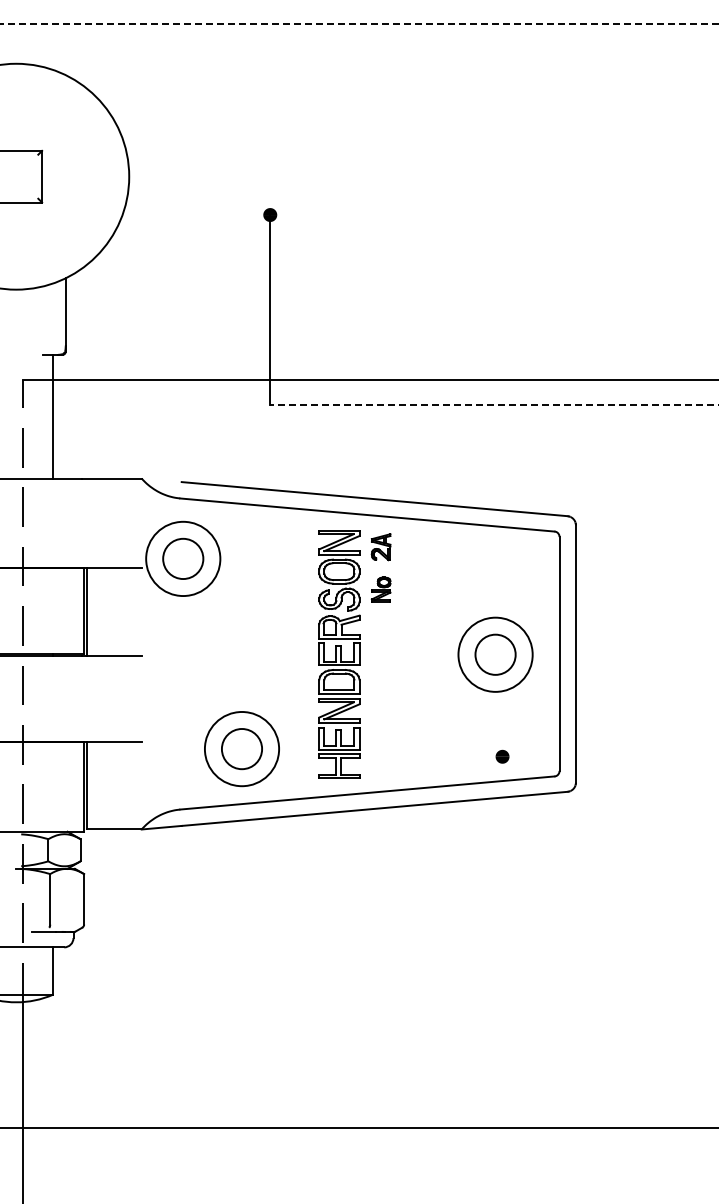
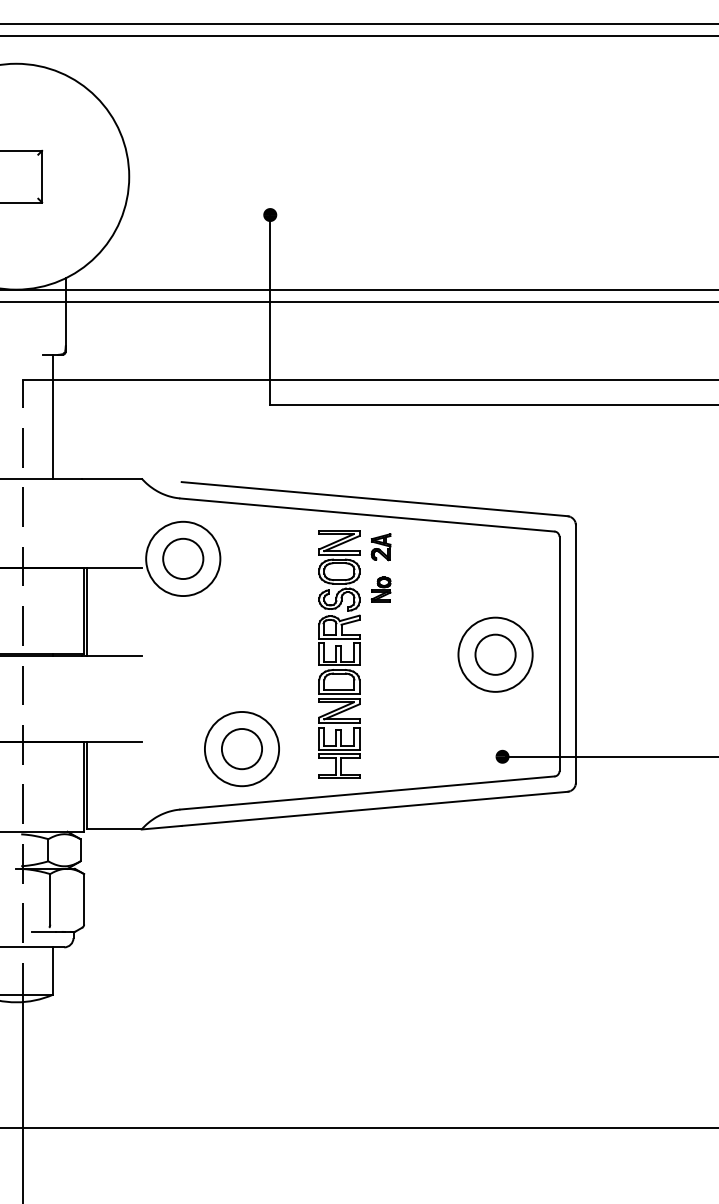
line at (359, 23): dashed -> solid
line at (358, 36): none -> present
line at (358, 289): none -> present
line at (358, 302): none -> present
line at (494, 404): dashed -> solid
line at (610, 756): none -> present
